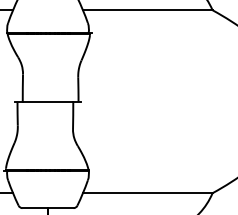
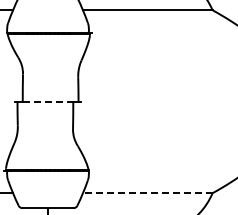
line at (48, 101): solid -> dashed
line at (147, 193): solid -> dashed
